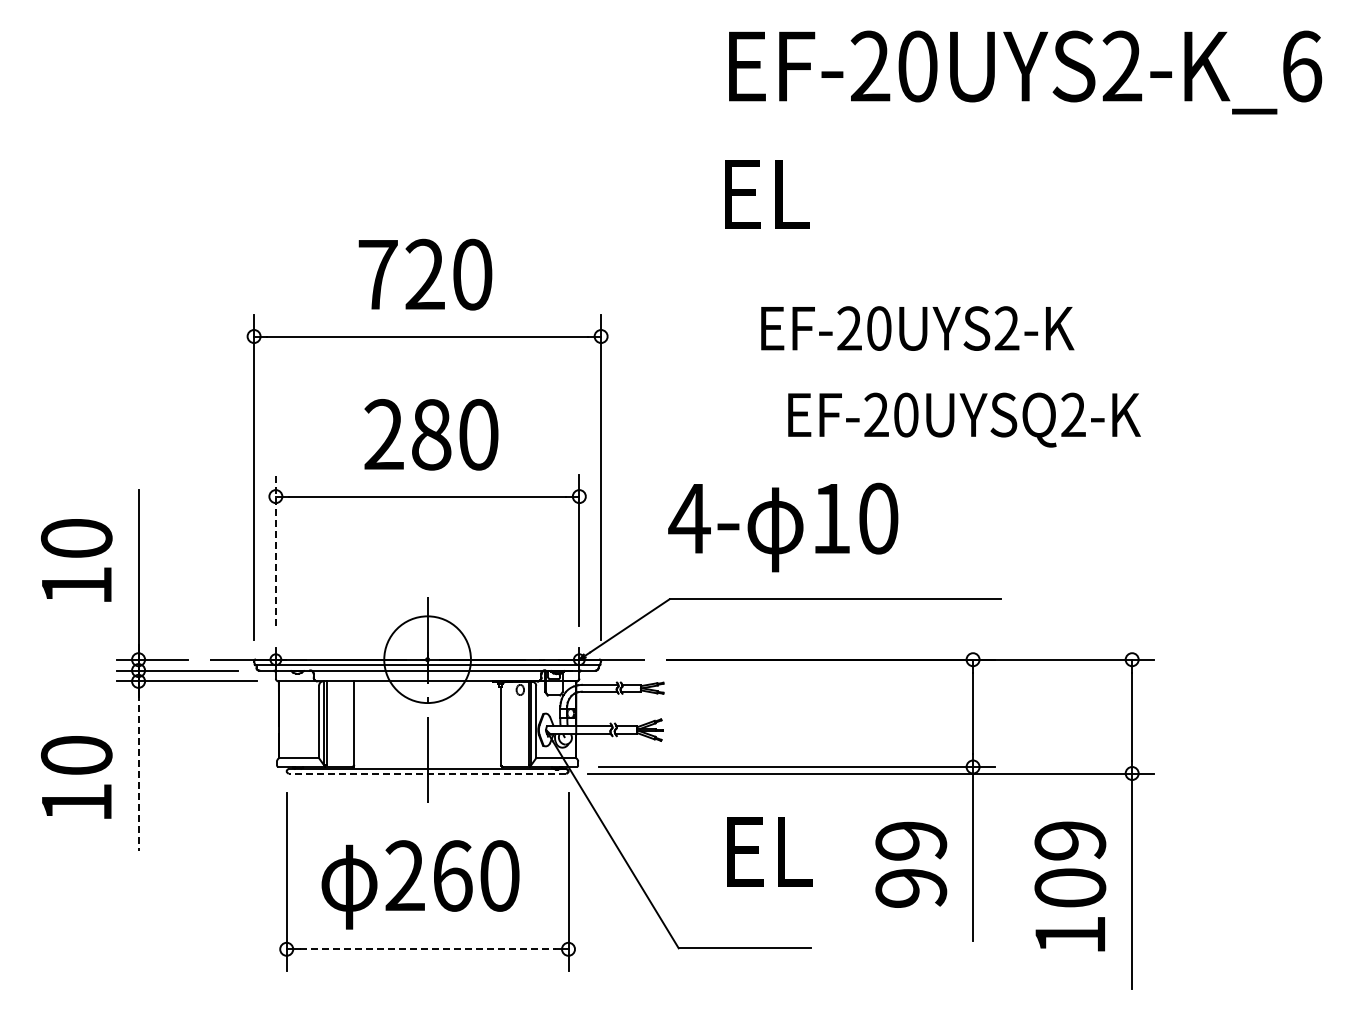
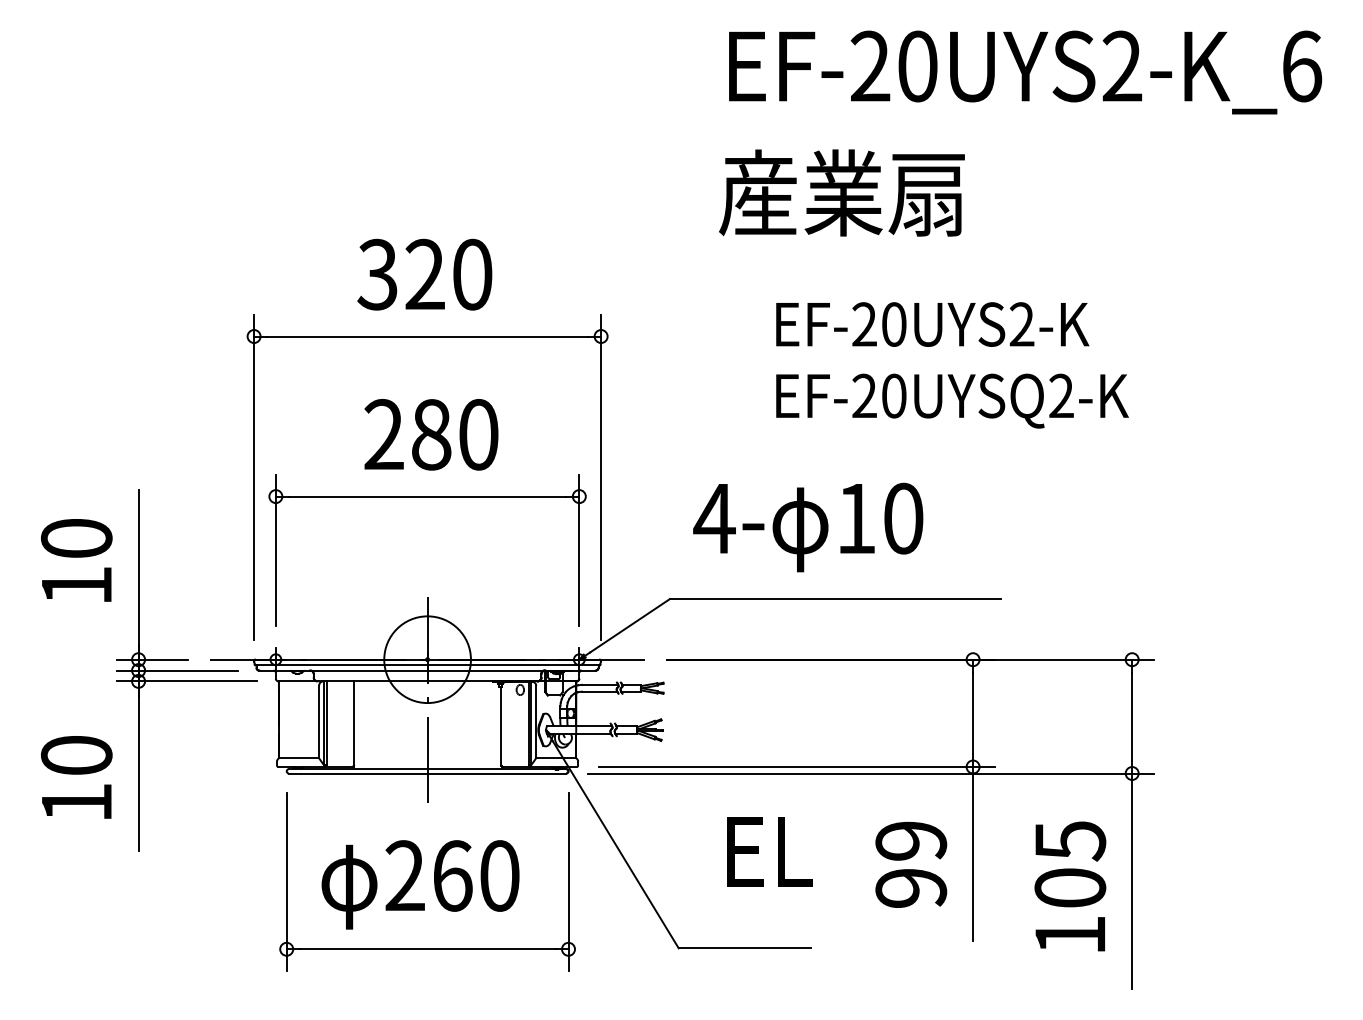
text at (841, 192): EL -> 産業扇
text at (377, 274): 720 -> 320
text at (917, 328) position: (917, 328) -> (932, 324)
text at (964, 419) position: (964, 419) -> (952, 400)
text at (783, 527) position: (783, 527) -> (808, 527)
line at (275, 550): dashed -> solid
line at (138, 773): dashed -> solid
line at (427, 773): dashed -> solid
text at (1070, 841): 109 -> 105
line at (427, 949): dashed -> solid
